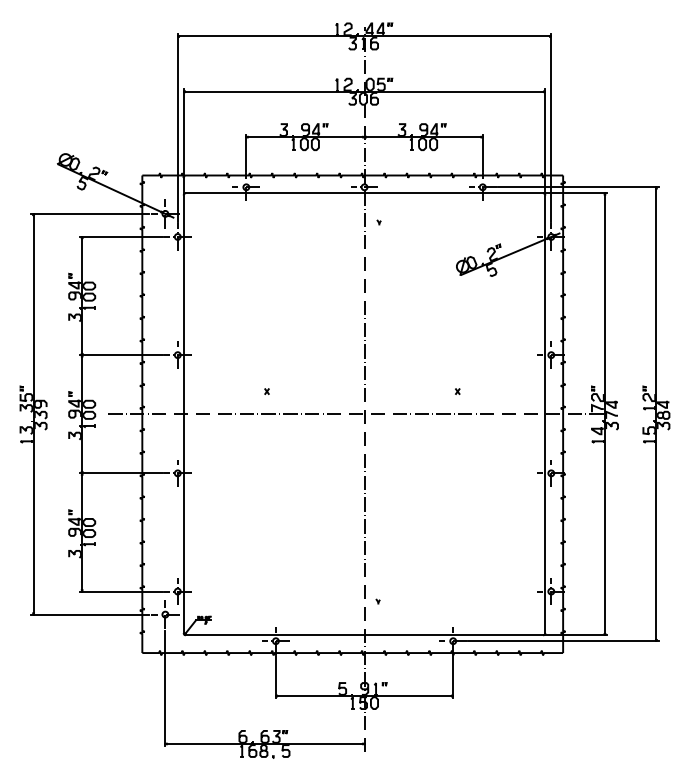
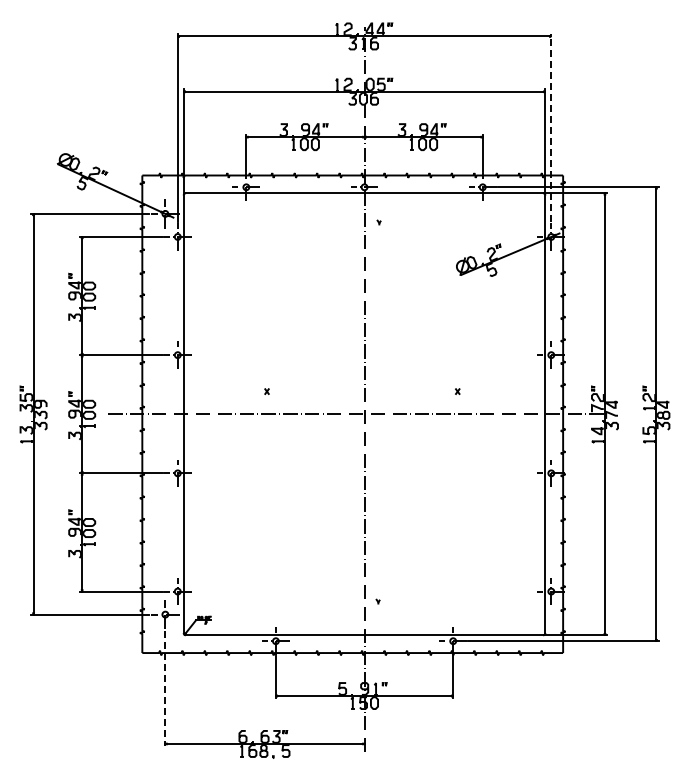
line at (551, 128): solid -> dashed
line at (165, 688): solid -> dashed
